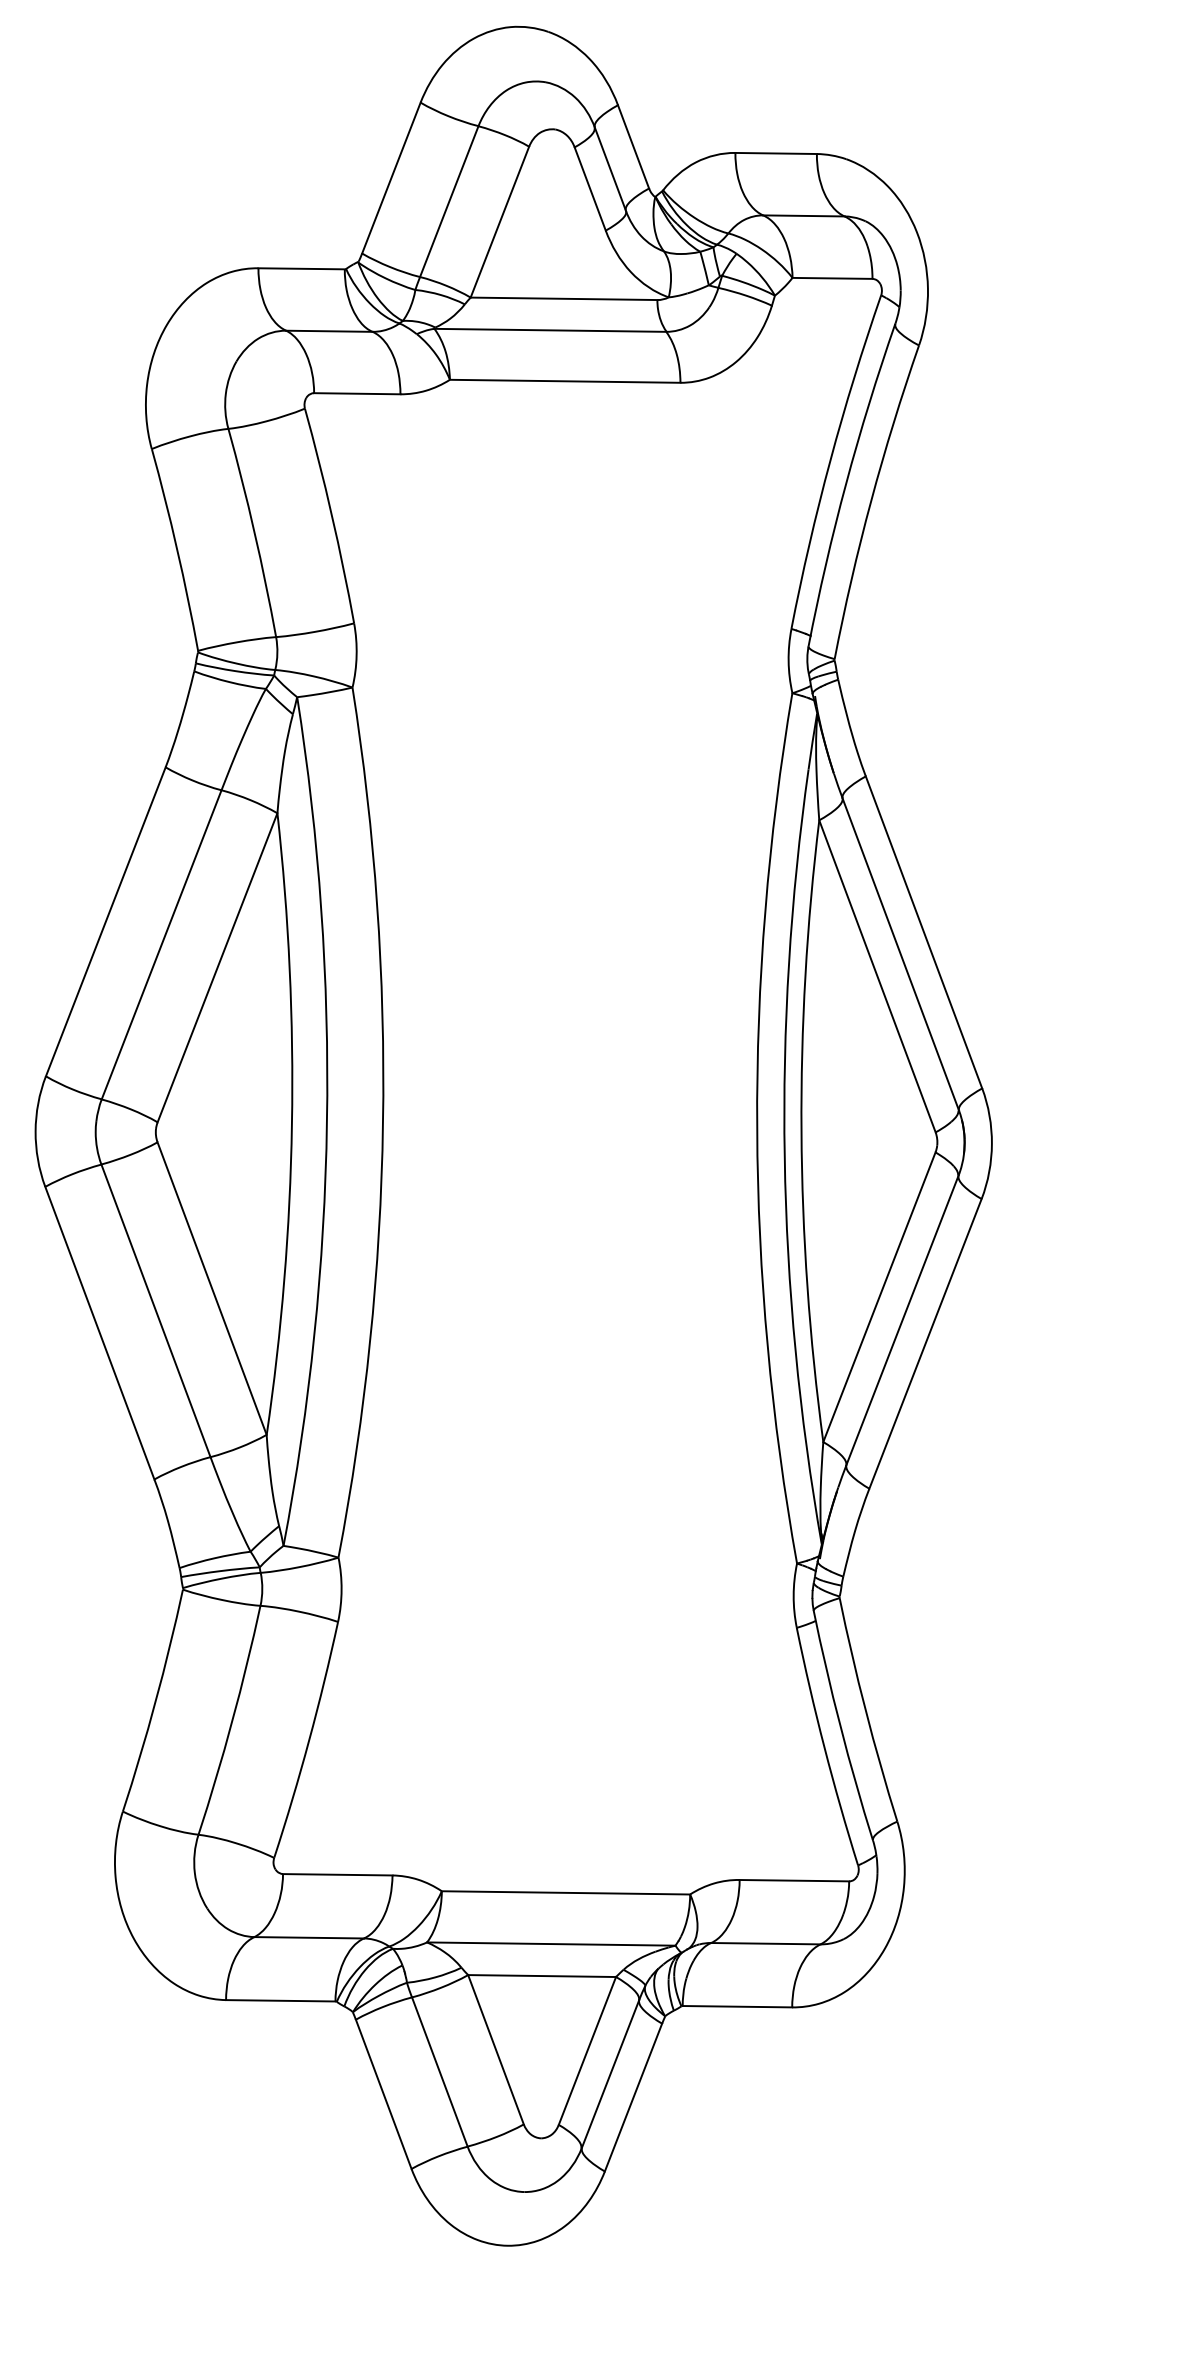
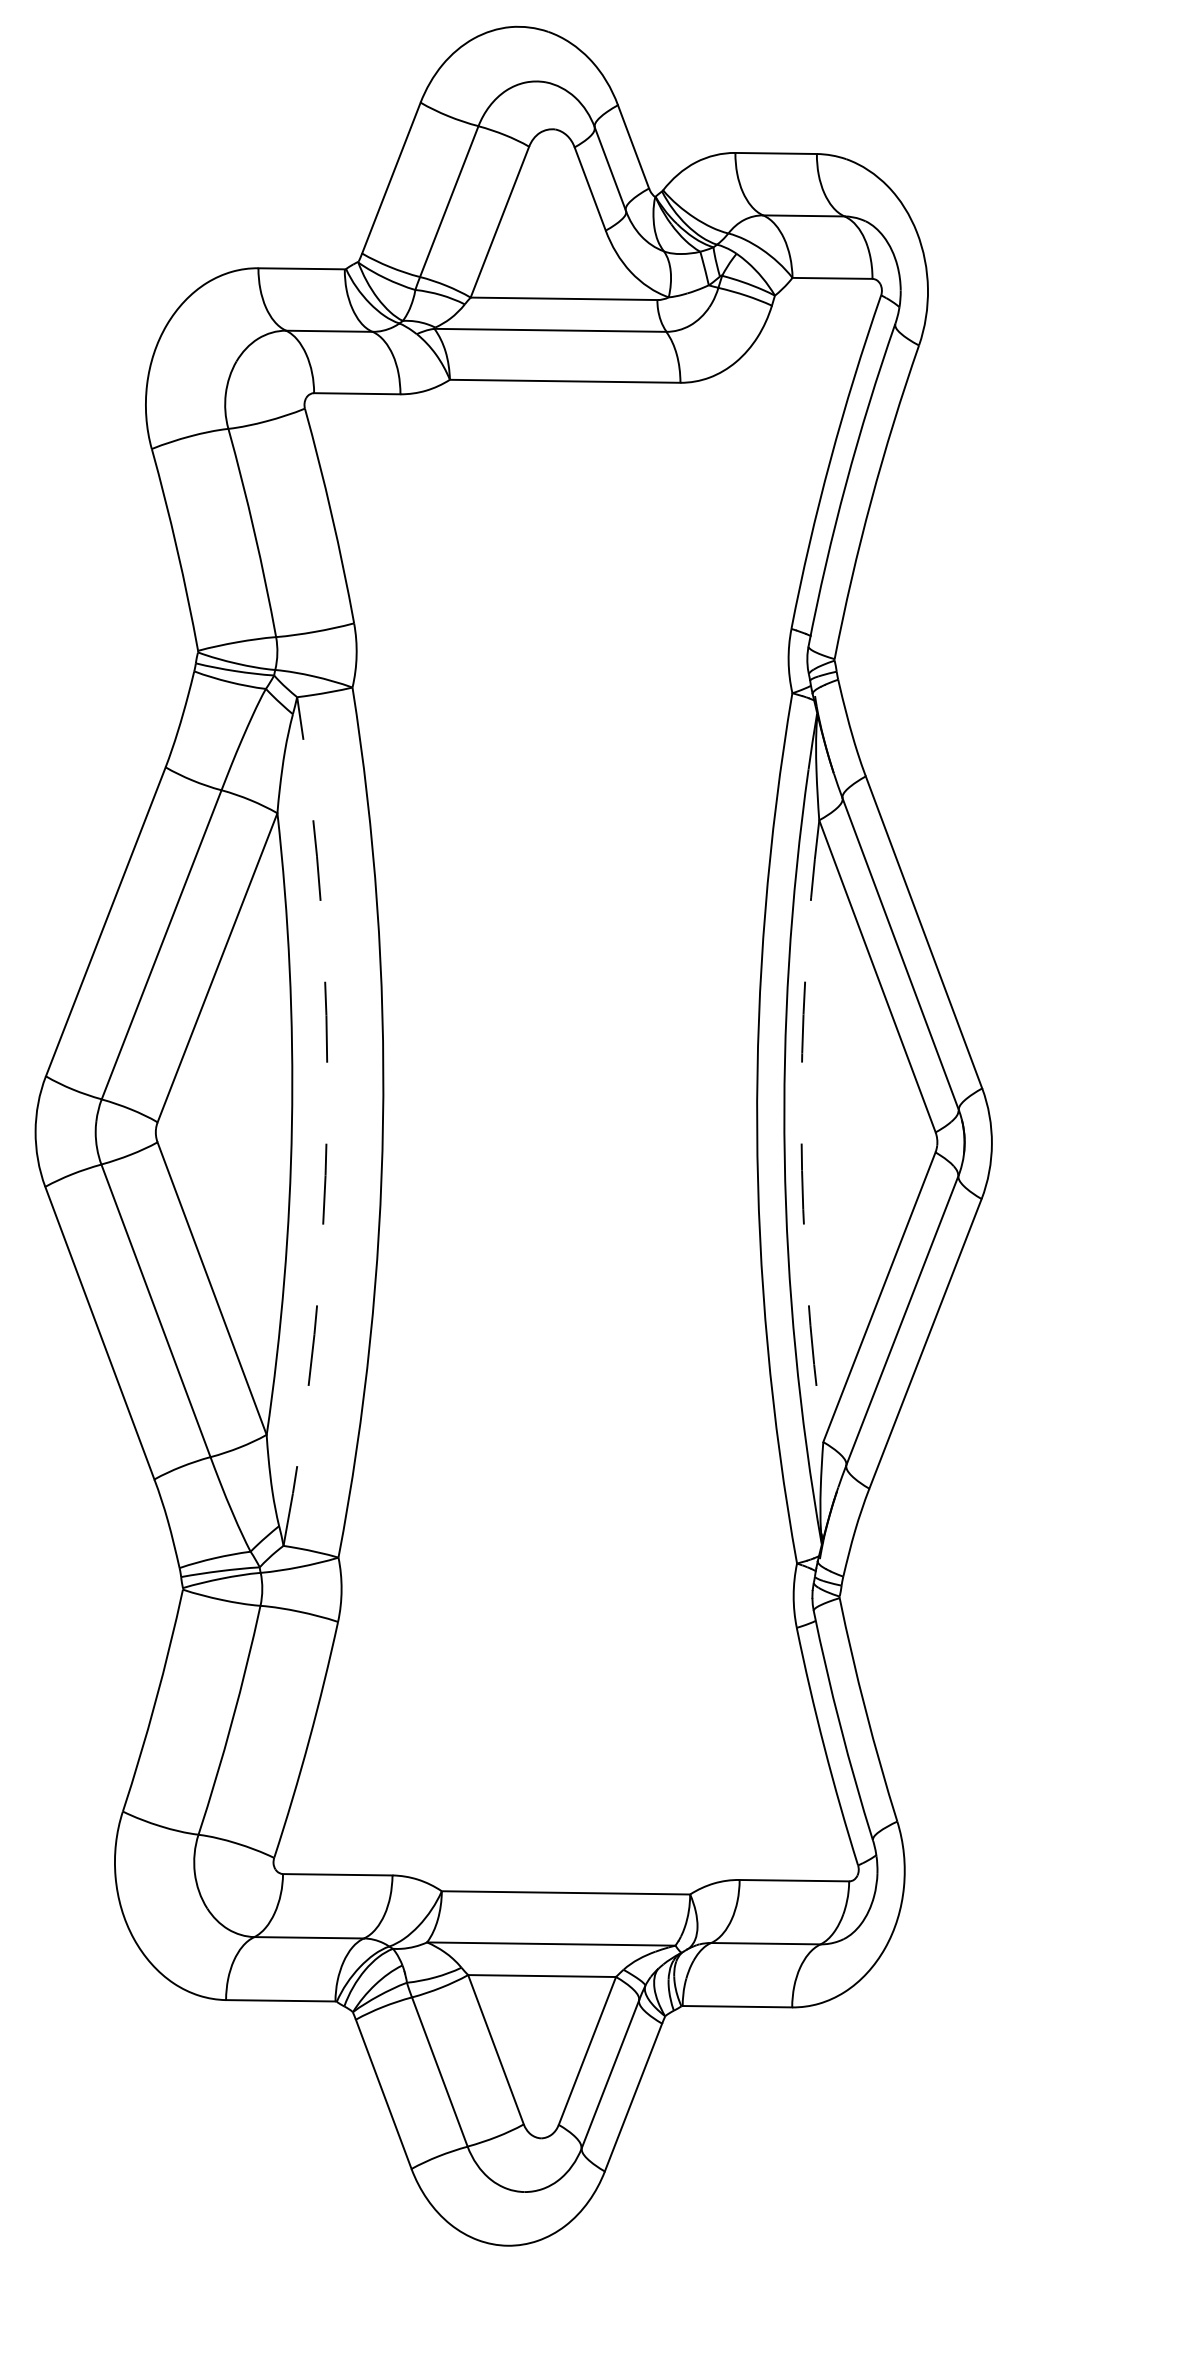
arc at (327, 1122): solid -> dashed
arc at (801, 1131): solid -> dashed
